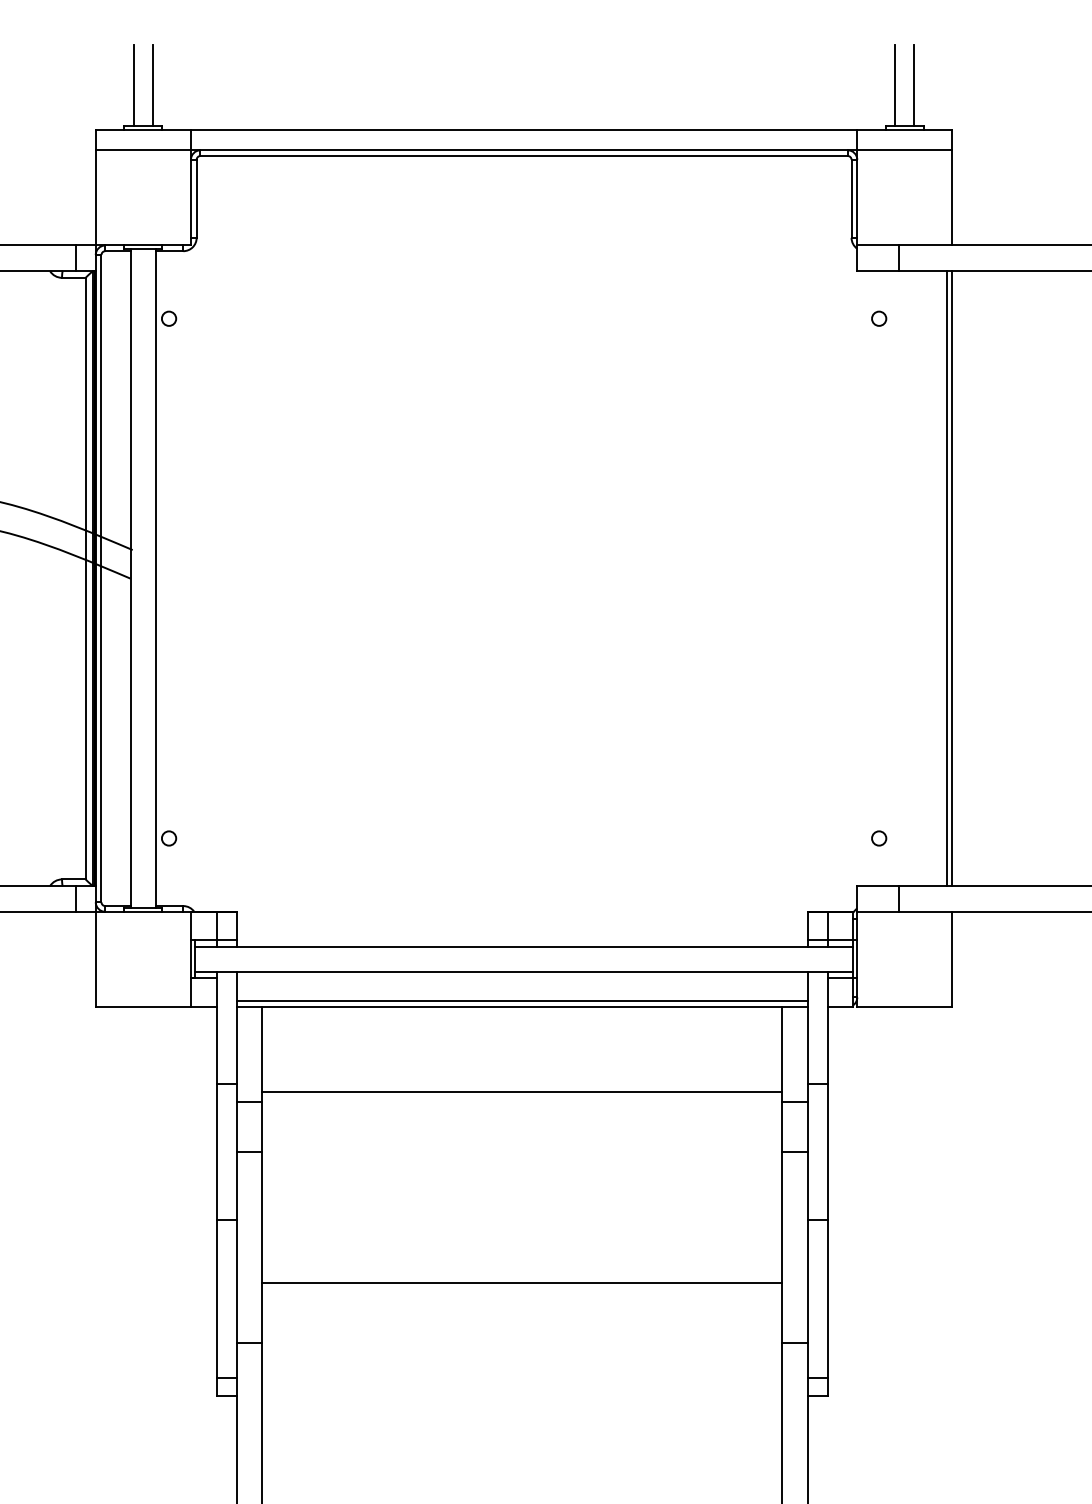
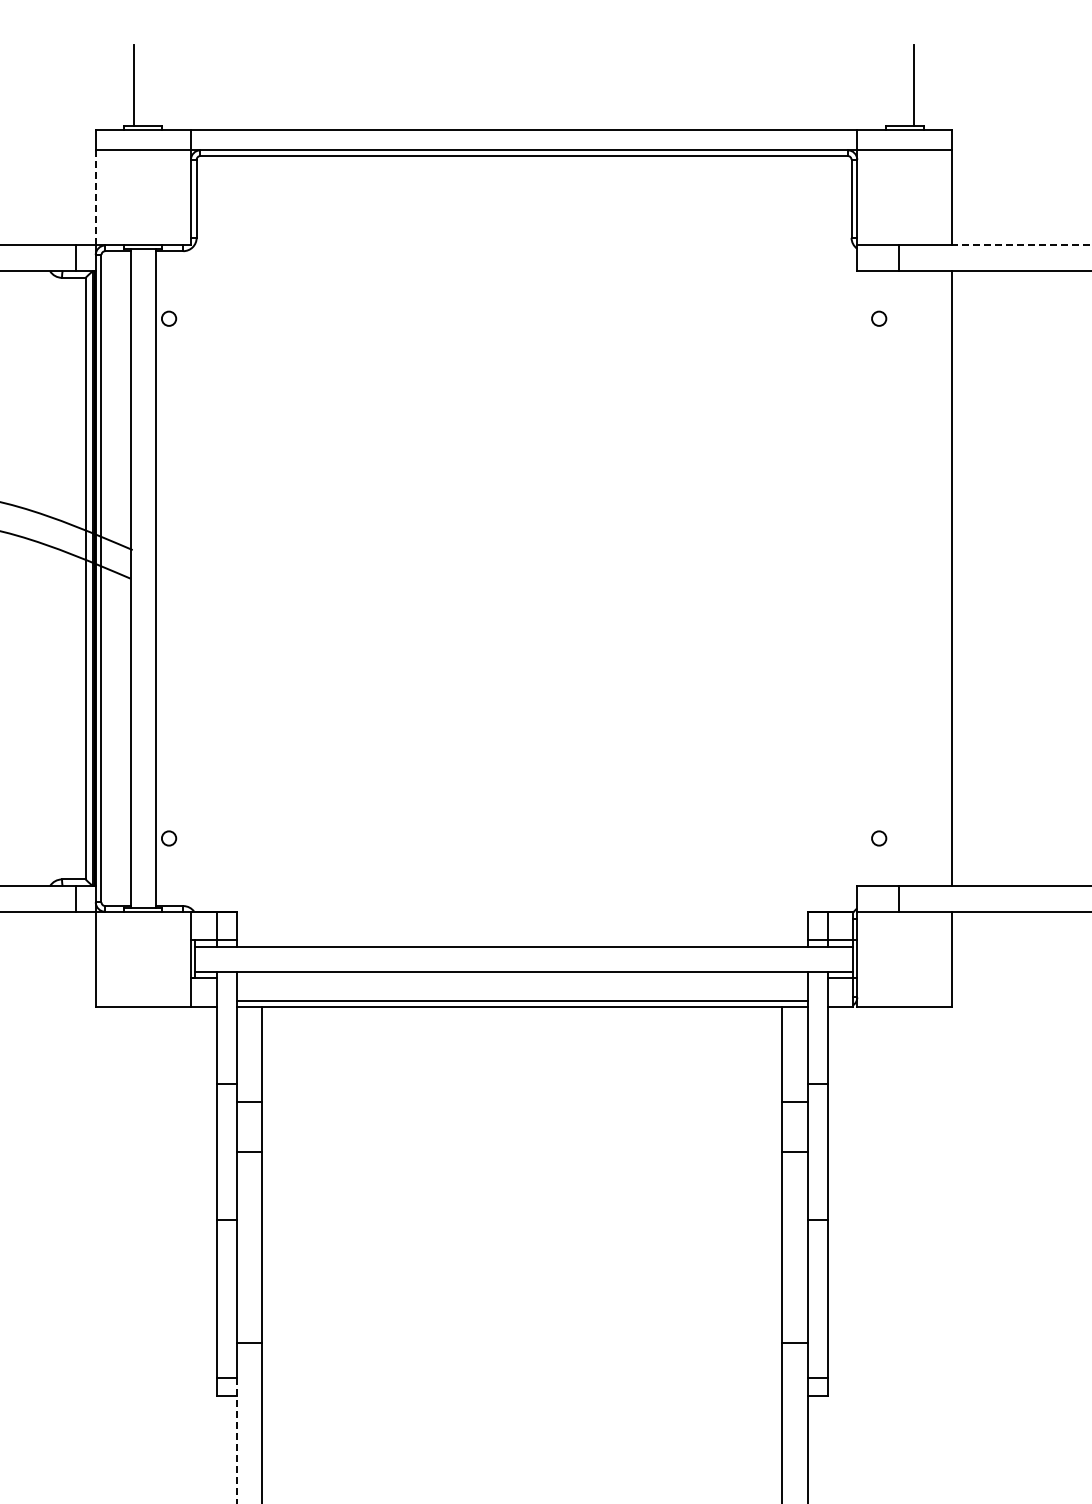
line at (152, 85): present -> none
line at (895, 85): present -> none
line at (95, 197): solid -> dashed
line at (1021, 245): solid -> dashed
line at (946, 578): present -> none
line at (522, 1092): present -> none
line at (522, 1283): present -> none
line at (236, 1441): solid -> dashed
